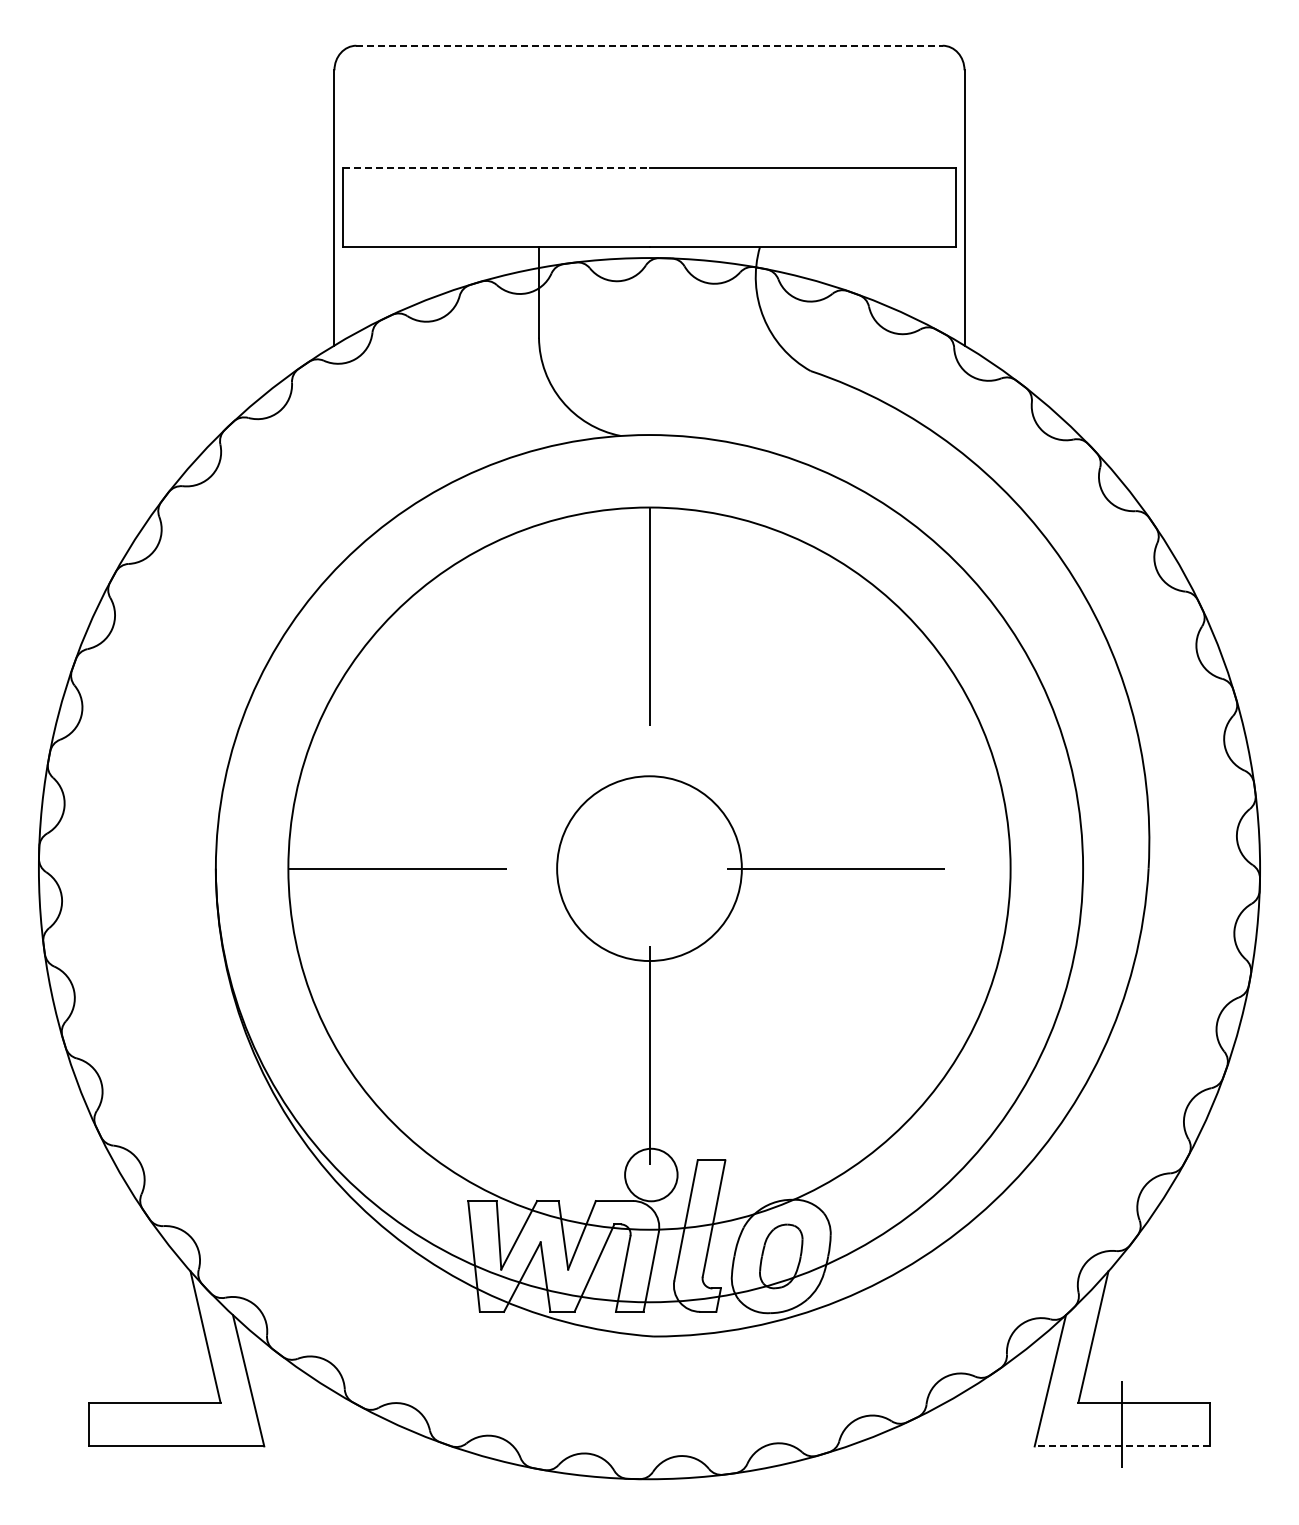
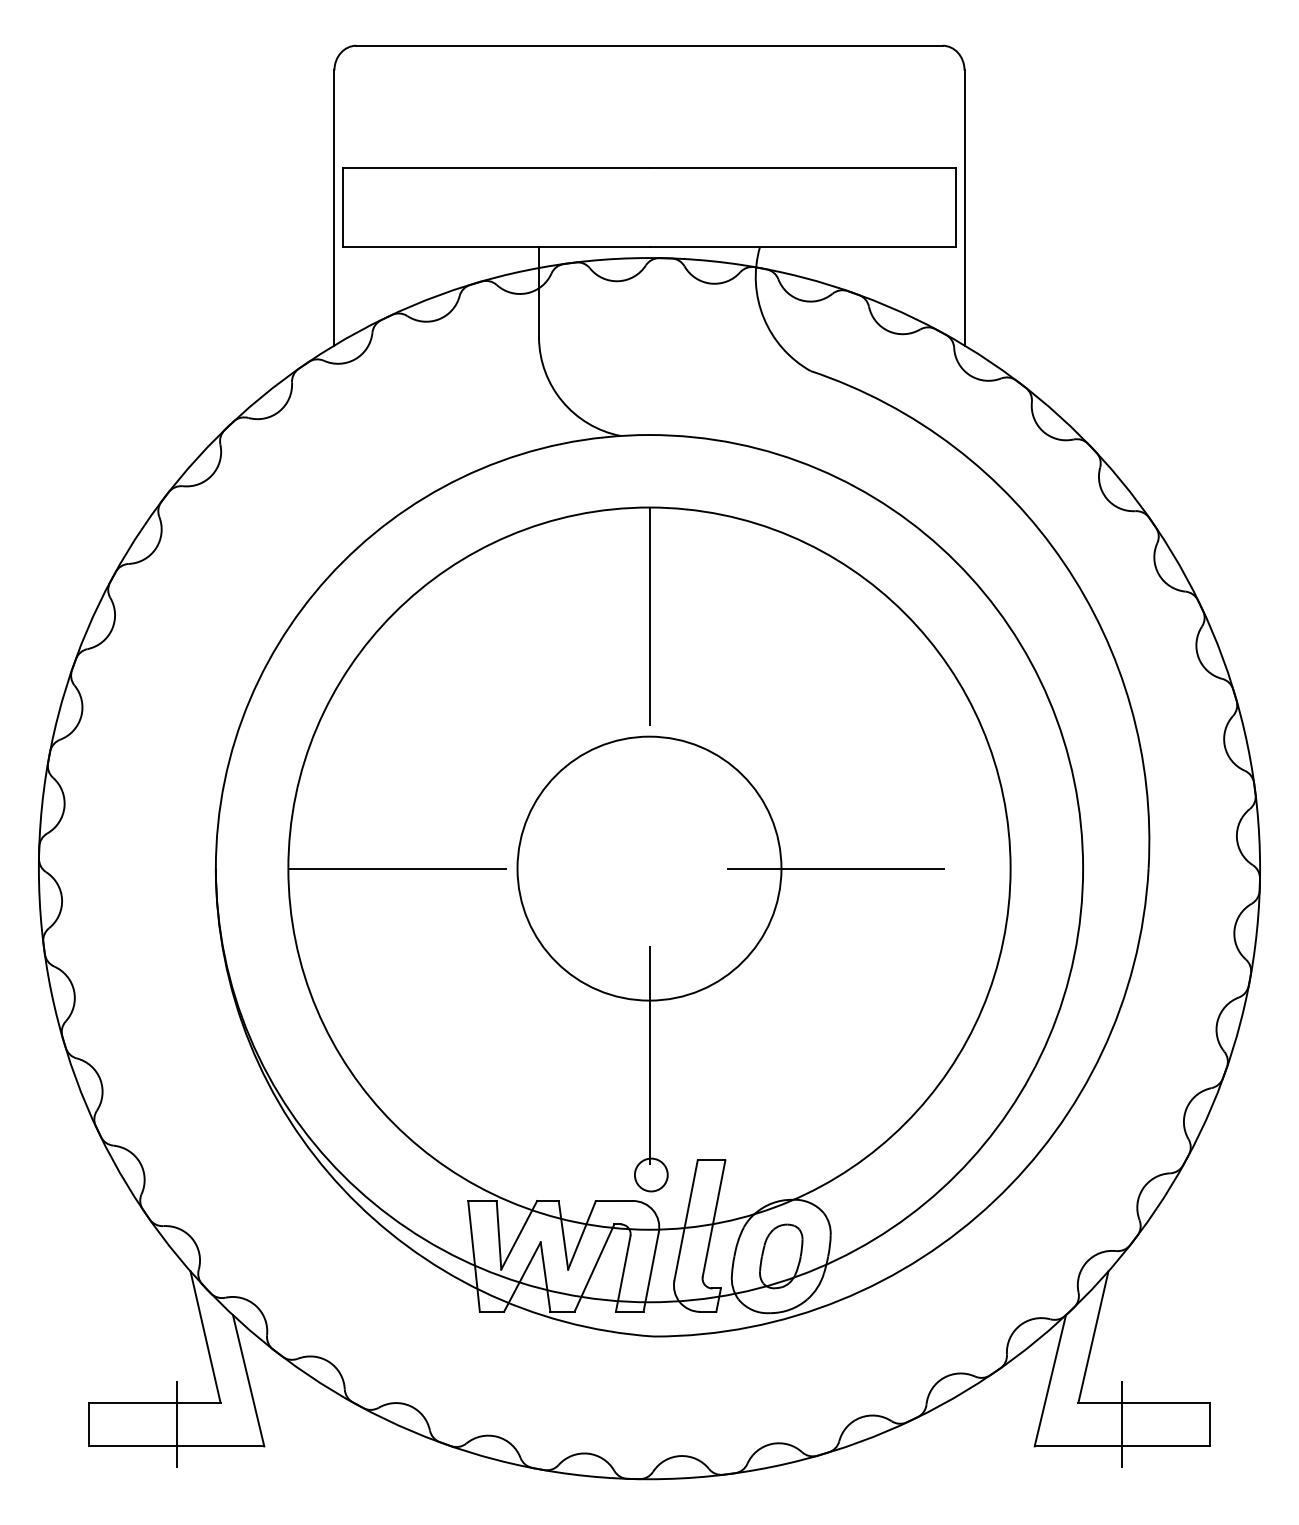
line at (649, 45): dashed -> solid
line at (496, 168): dashed -> solid
circle at (649, 868) diameter: 185 px -> 264 px
circle at (651, 1174) diameter: 53 px -> 33 px
line at (176, 1424): none -> present
line at (1122, 1446): dashed -> solid
